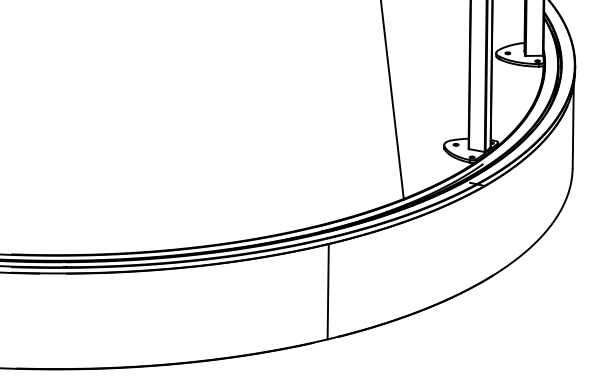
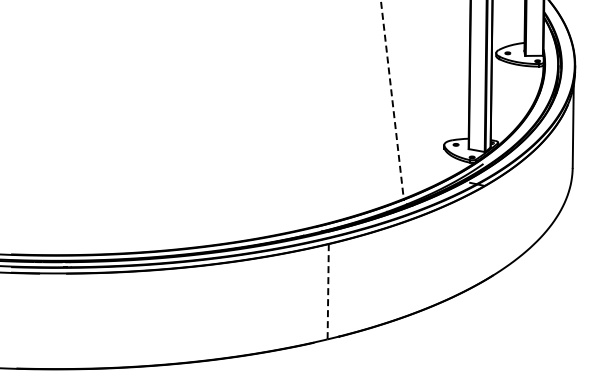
line at (392, 99): solid -> dashed
line at (328, 291): solid -> dashed
